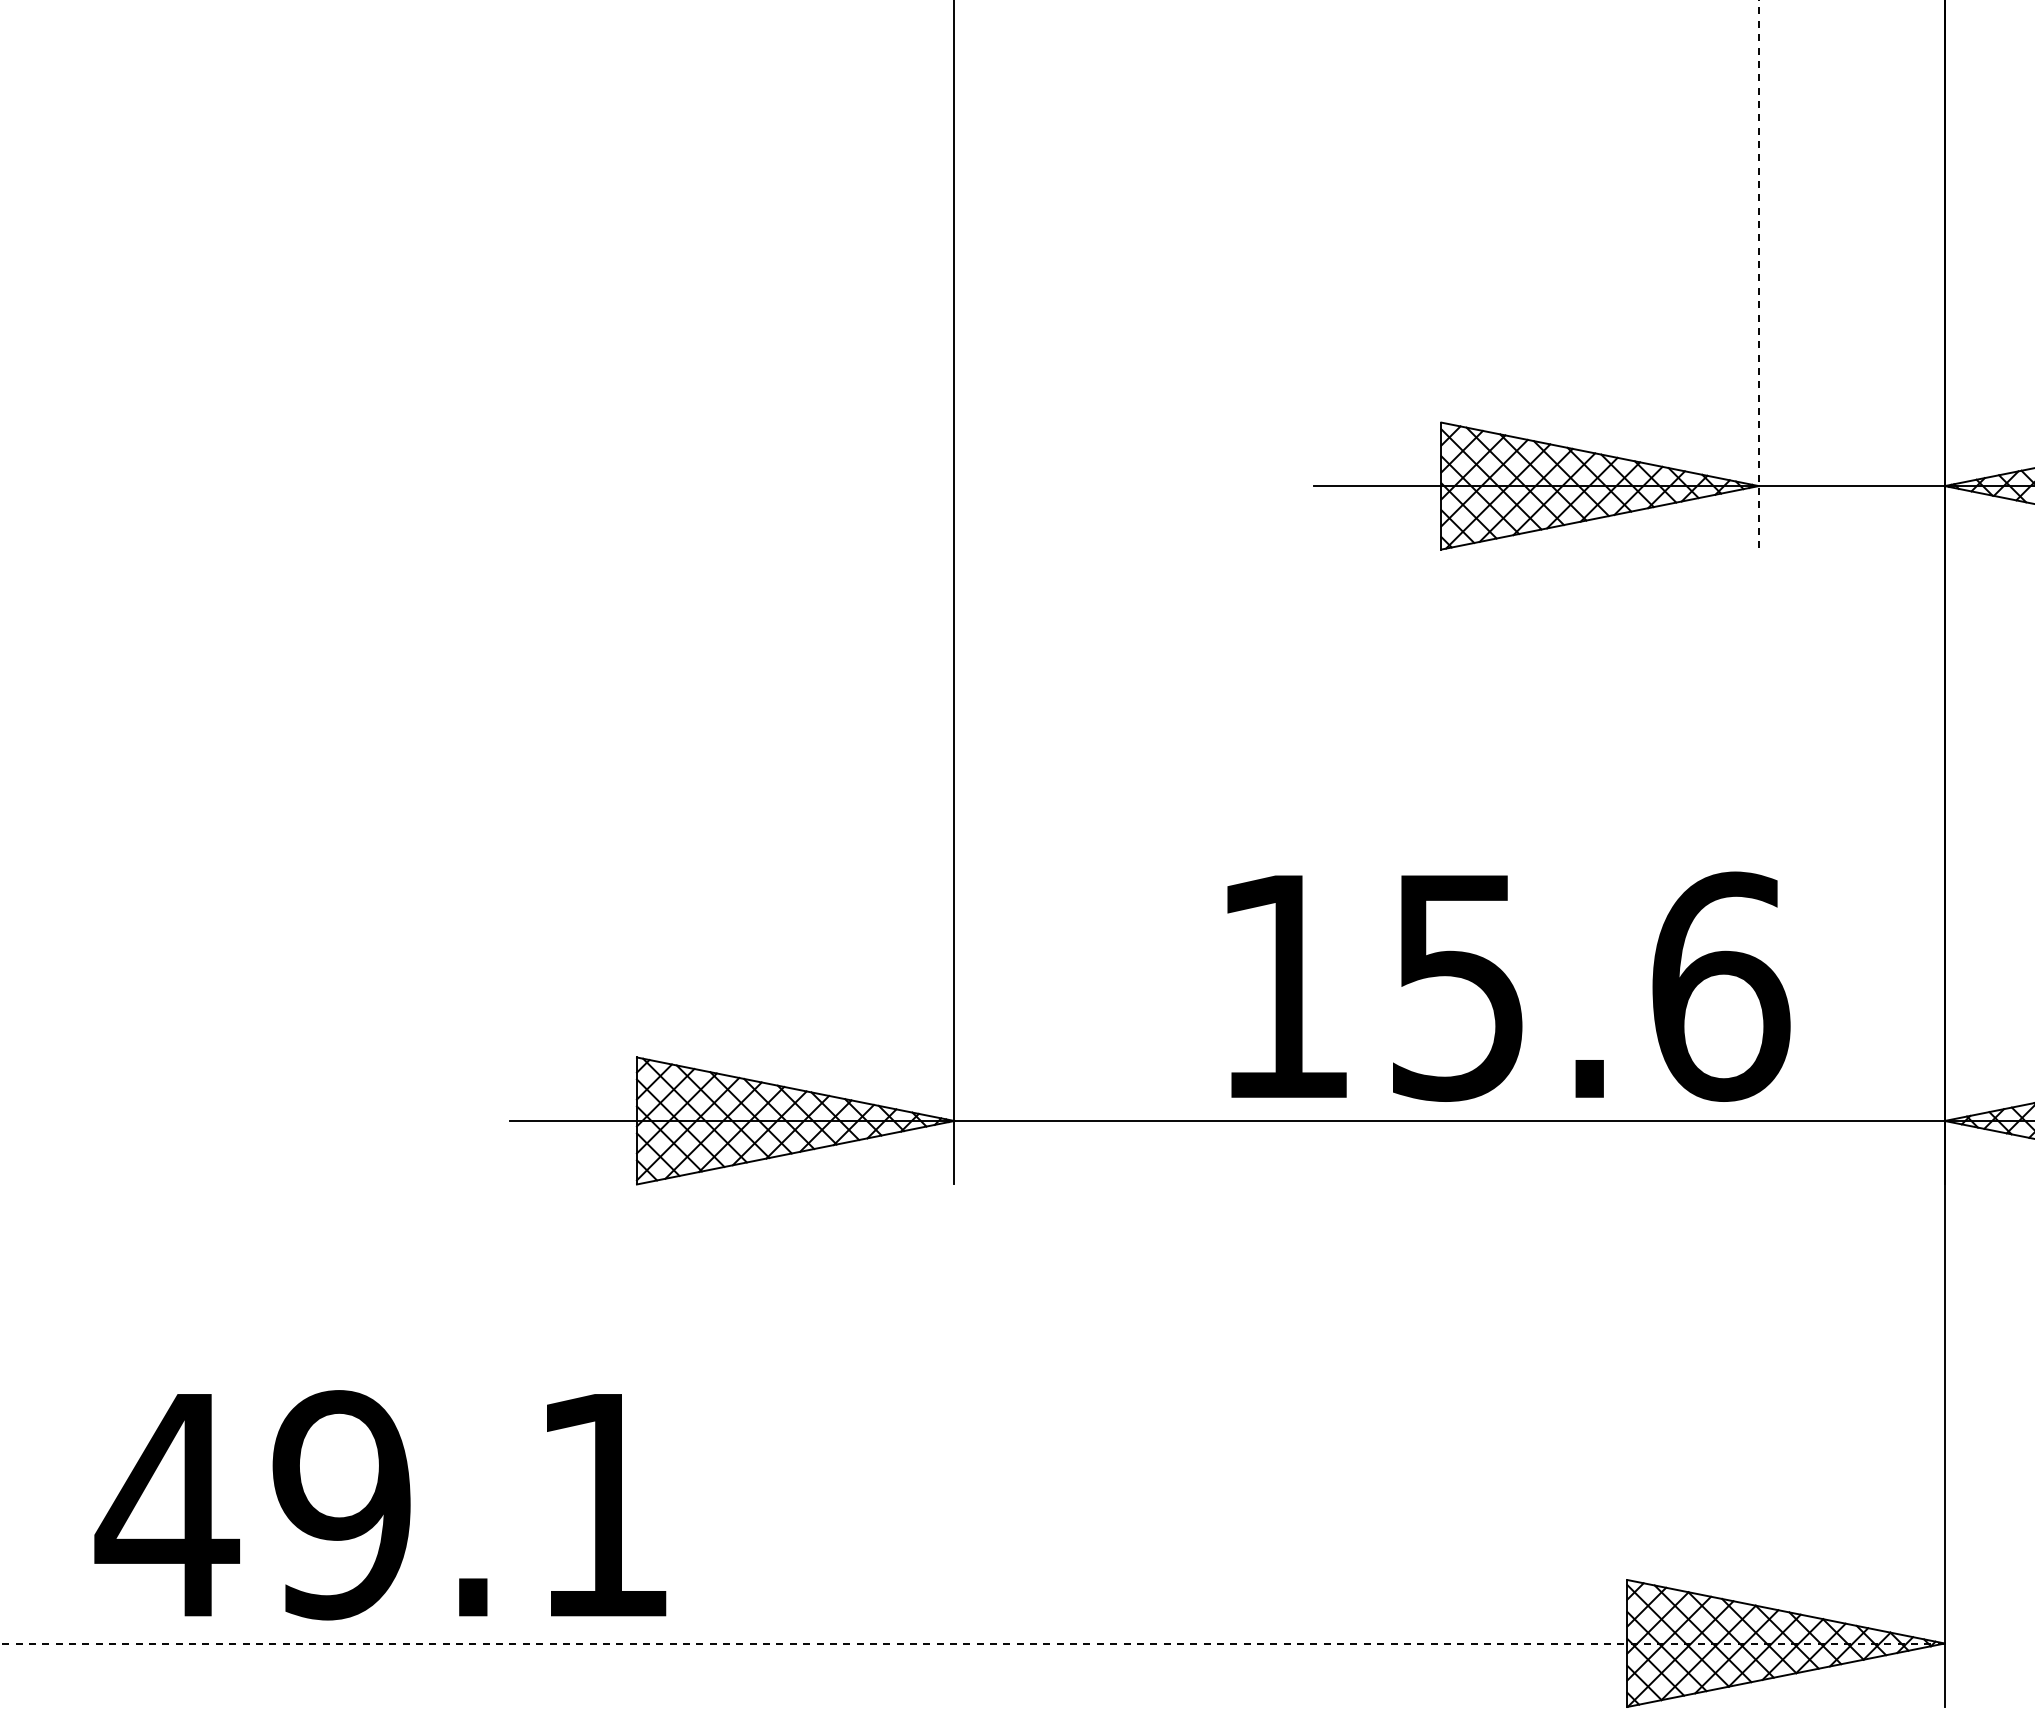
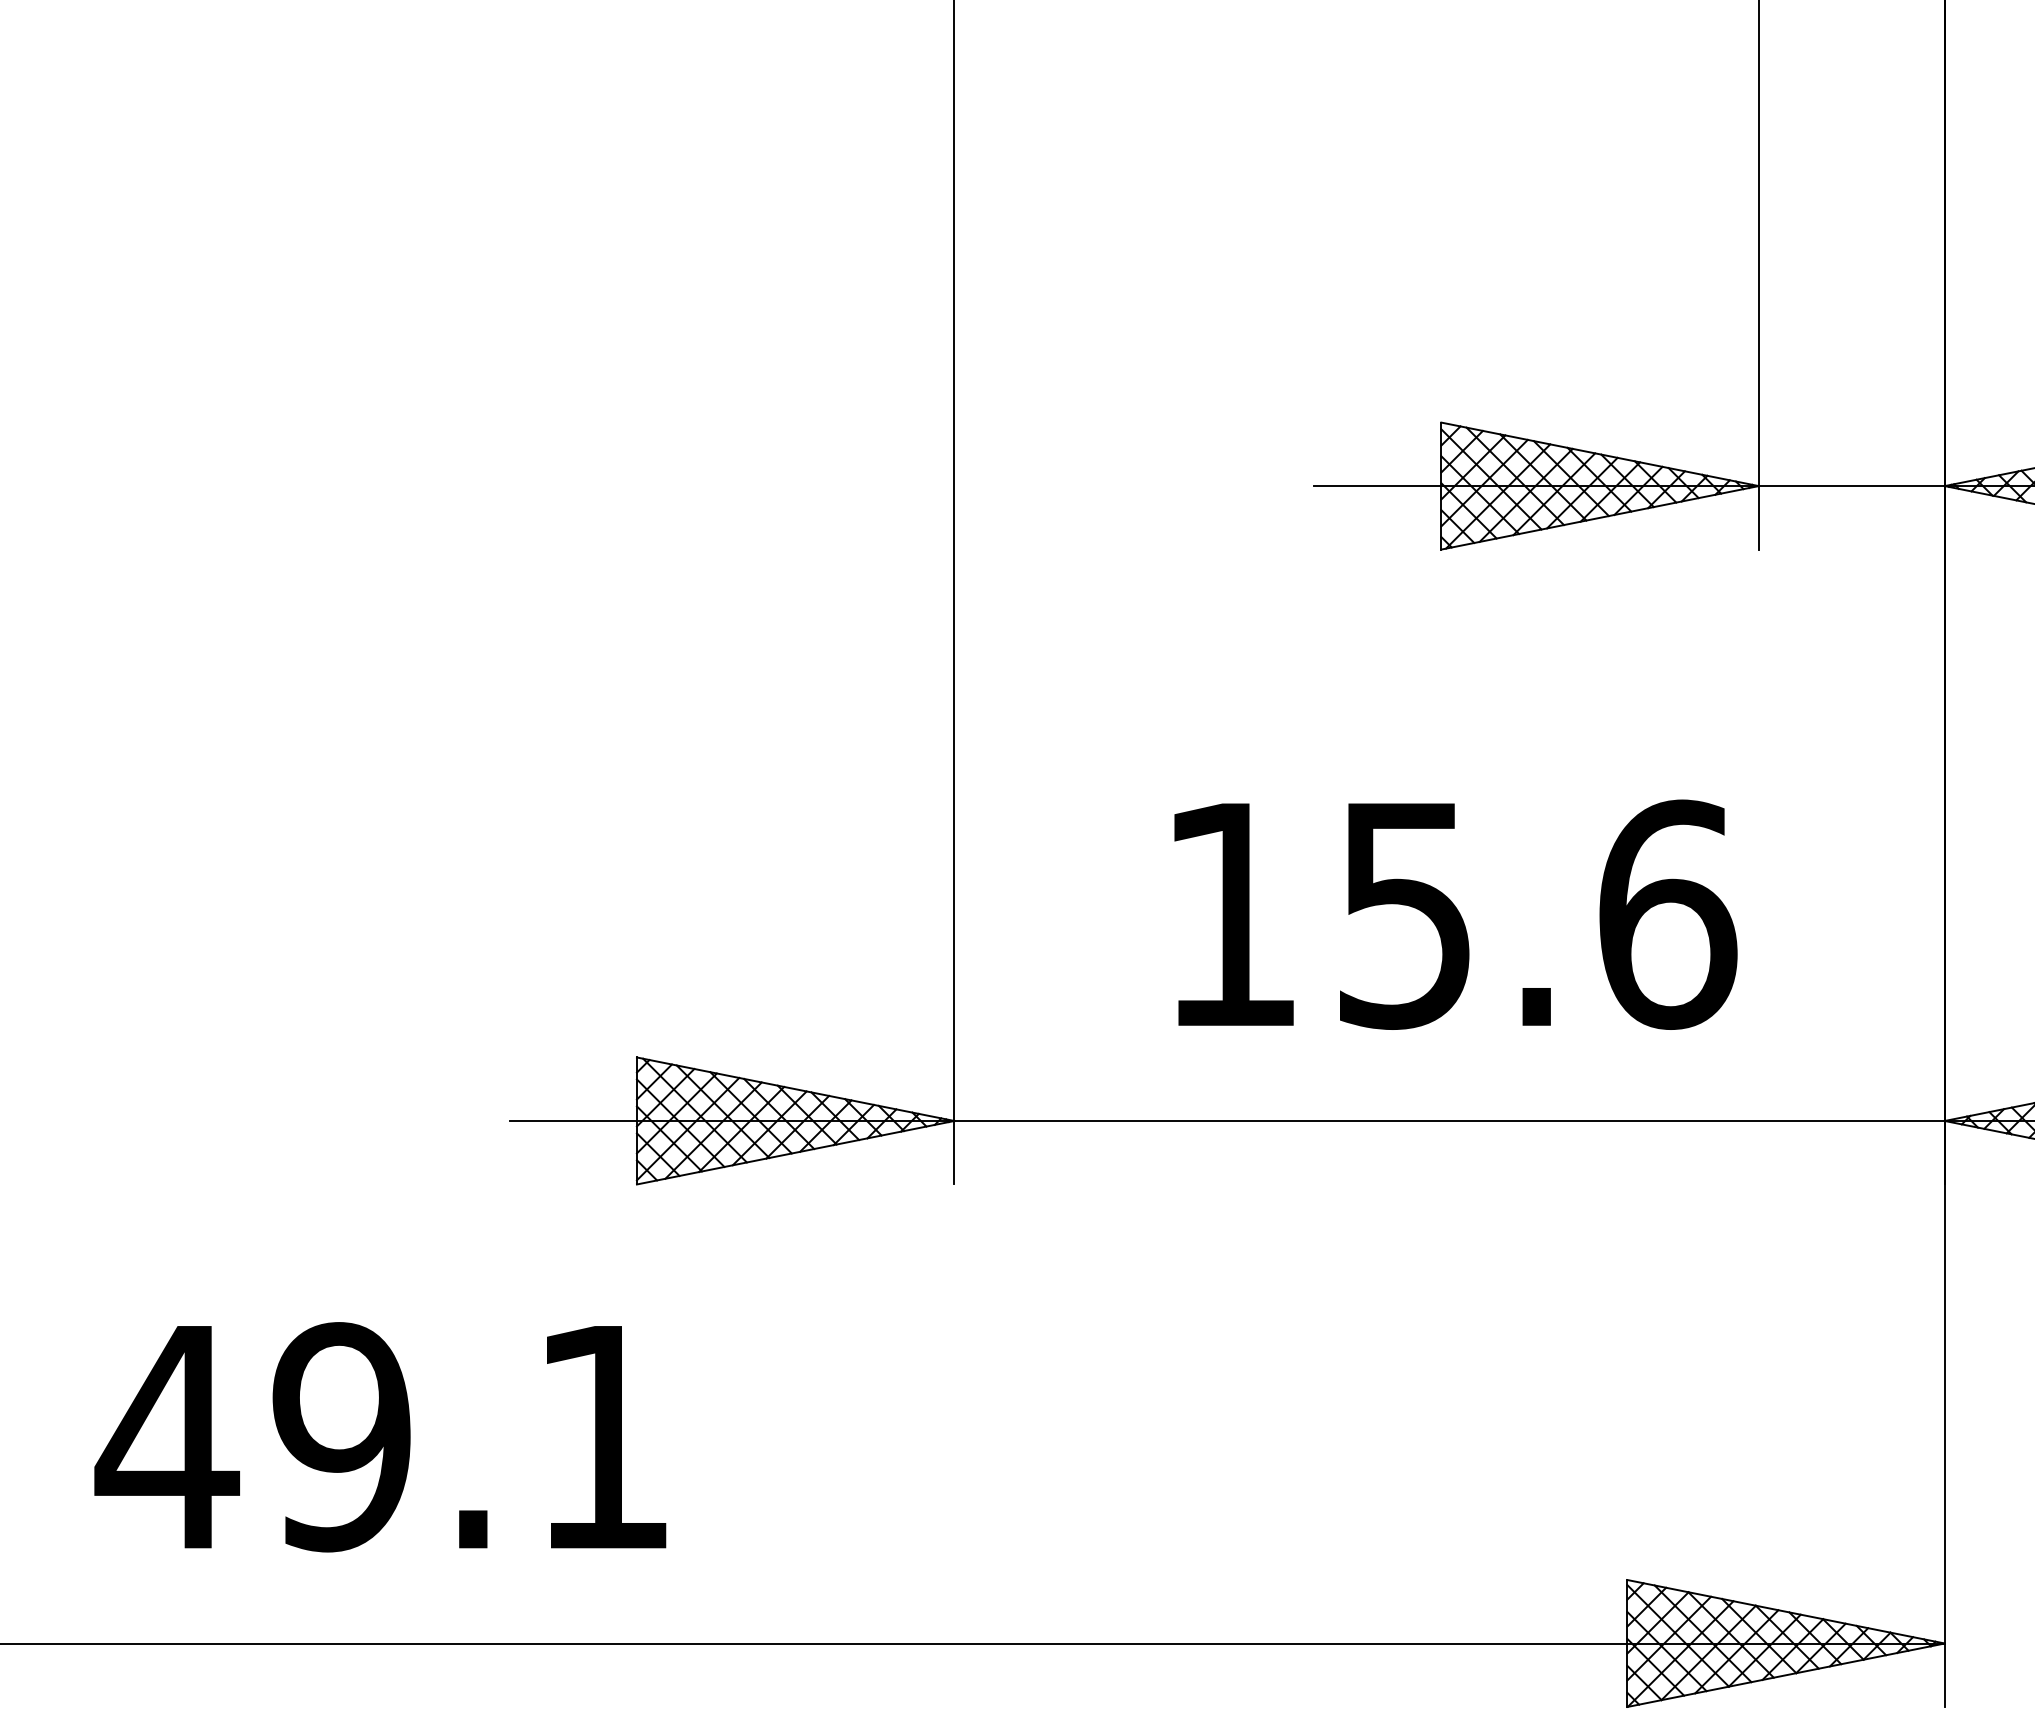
line at (1758, 275): dashed -> solid
text at (1508, 986) position: (1508, 986) -> (1455, 914)
text at (380, 1505) position: (380, 1505) -> (380, 1437)
line at (973, 1643): dashed -> solid
